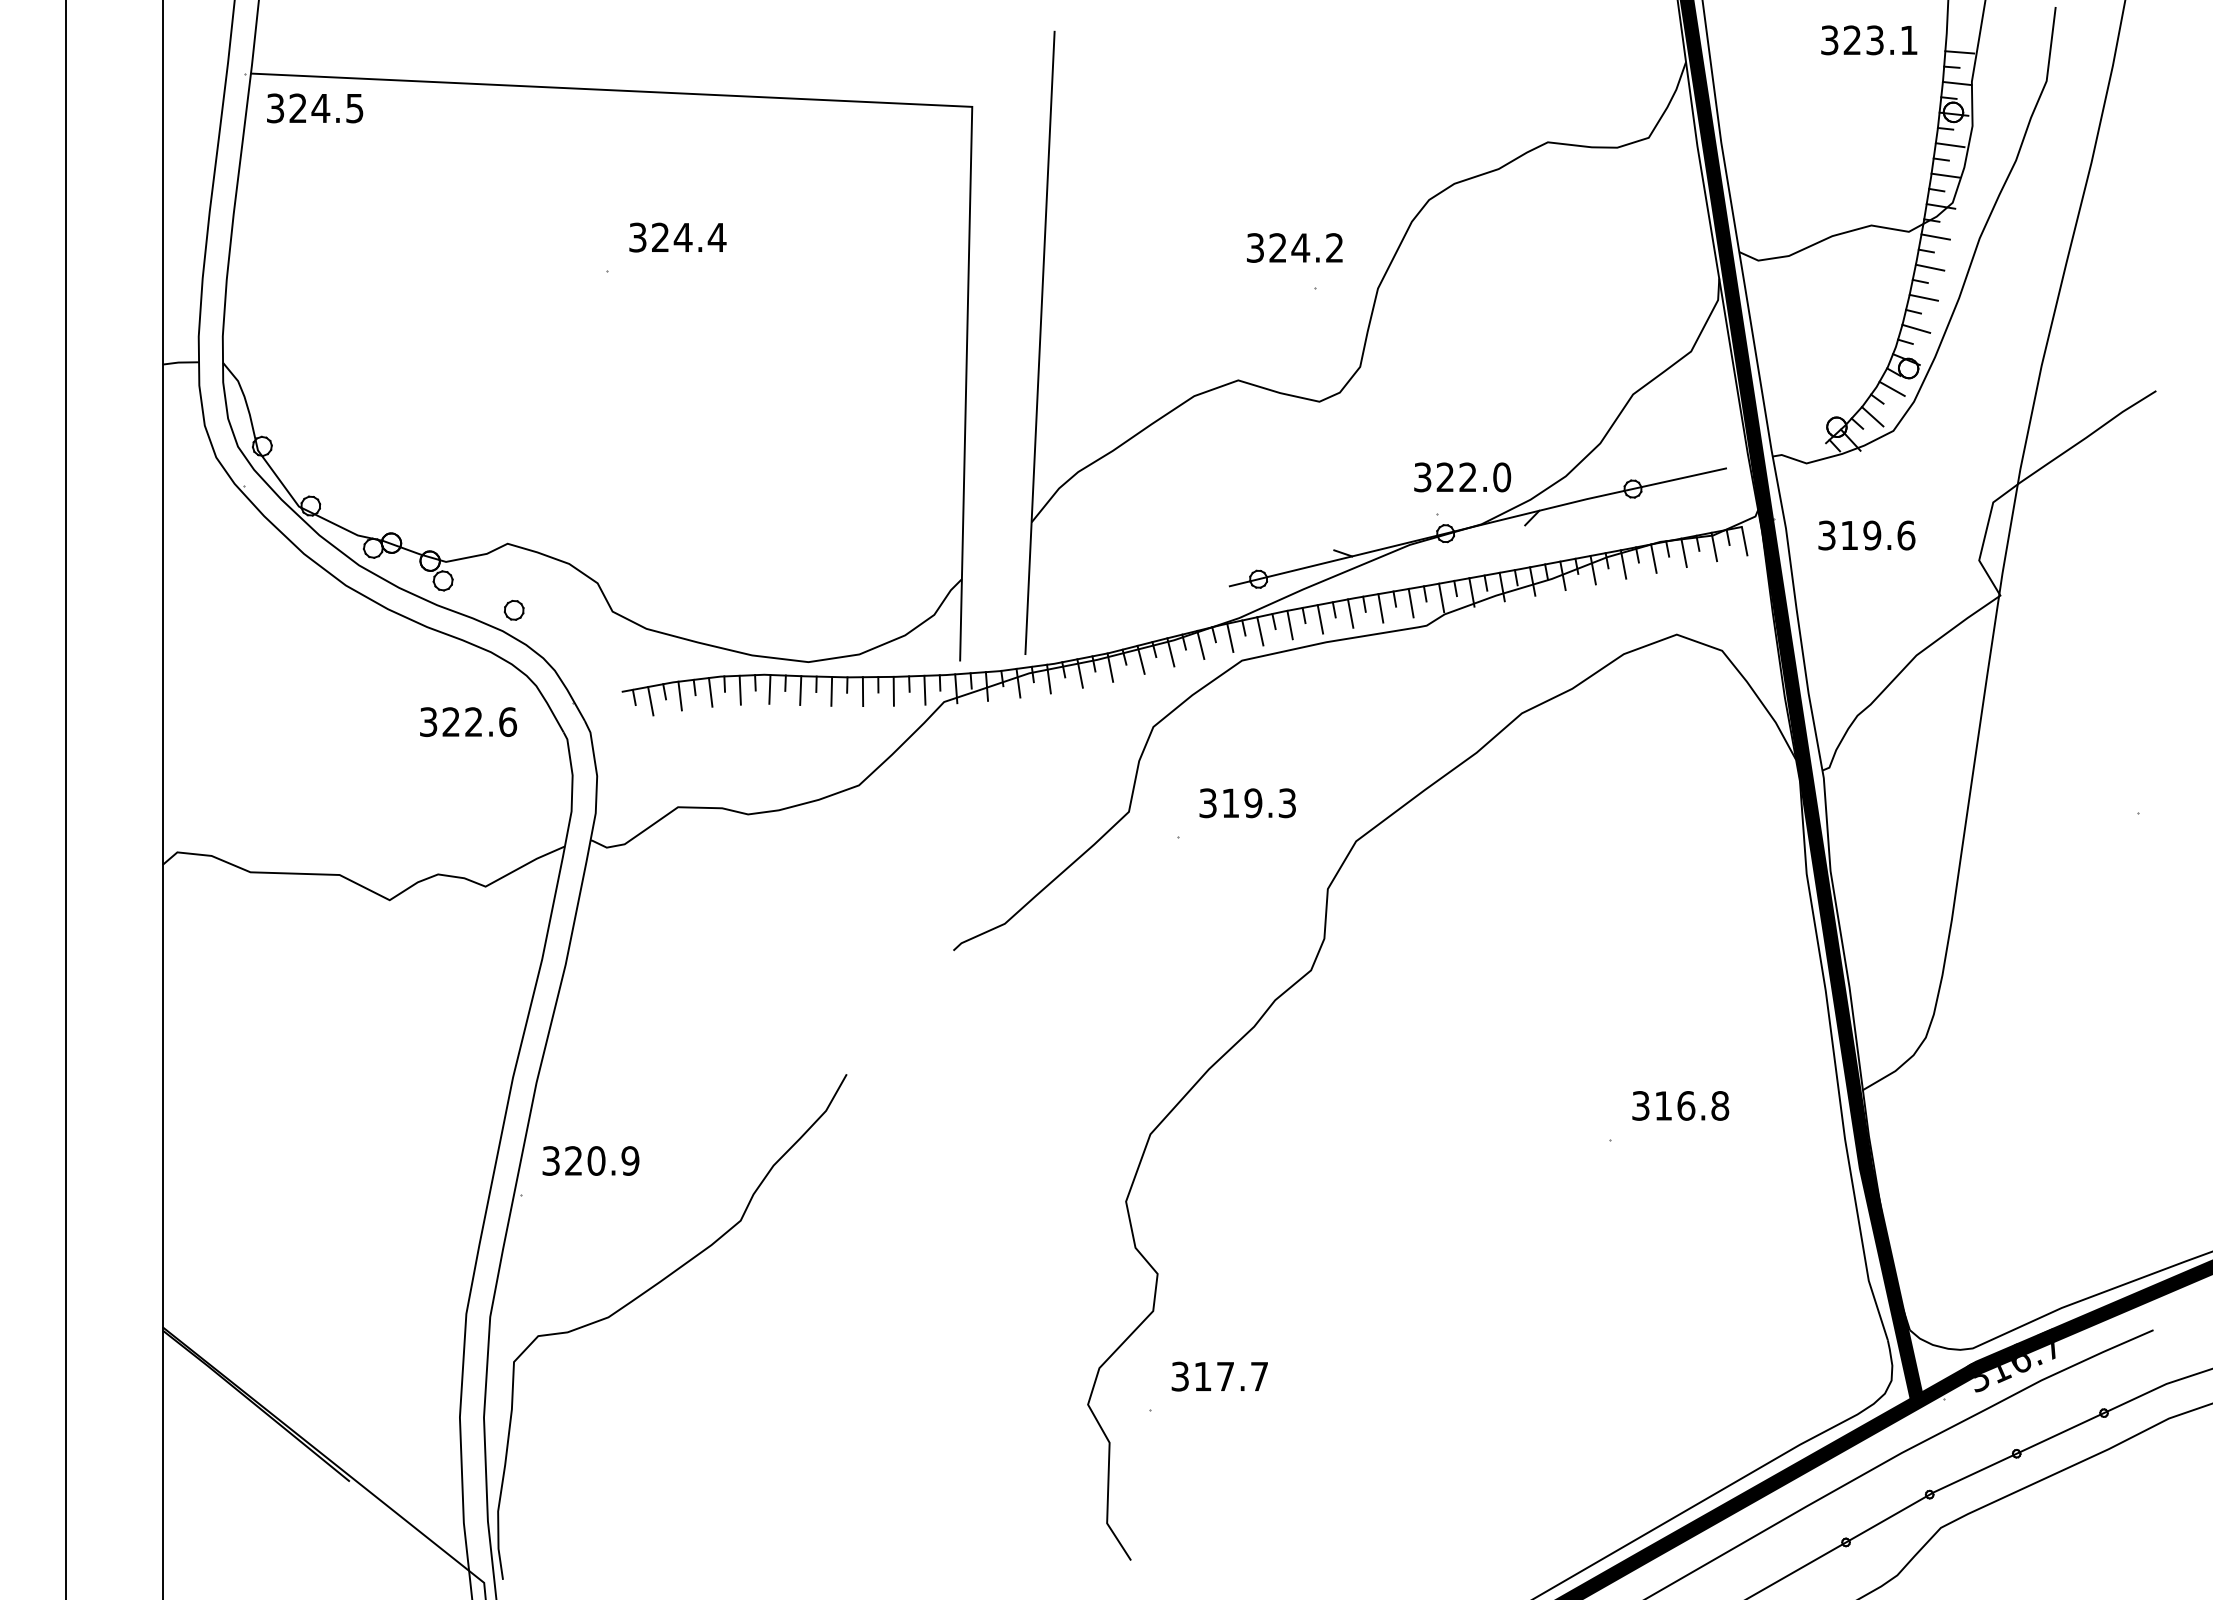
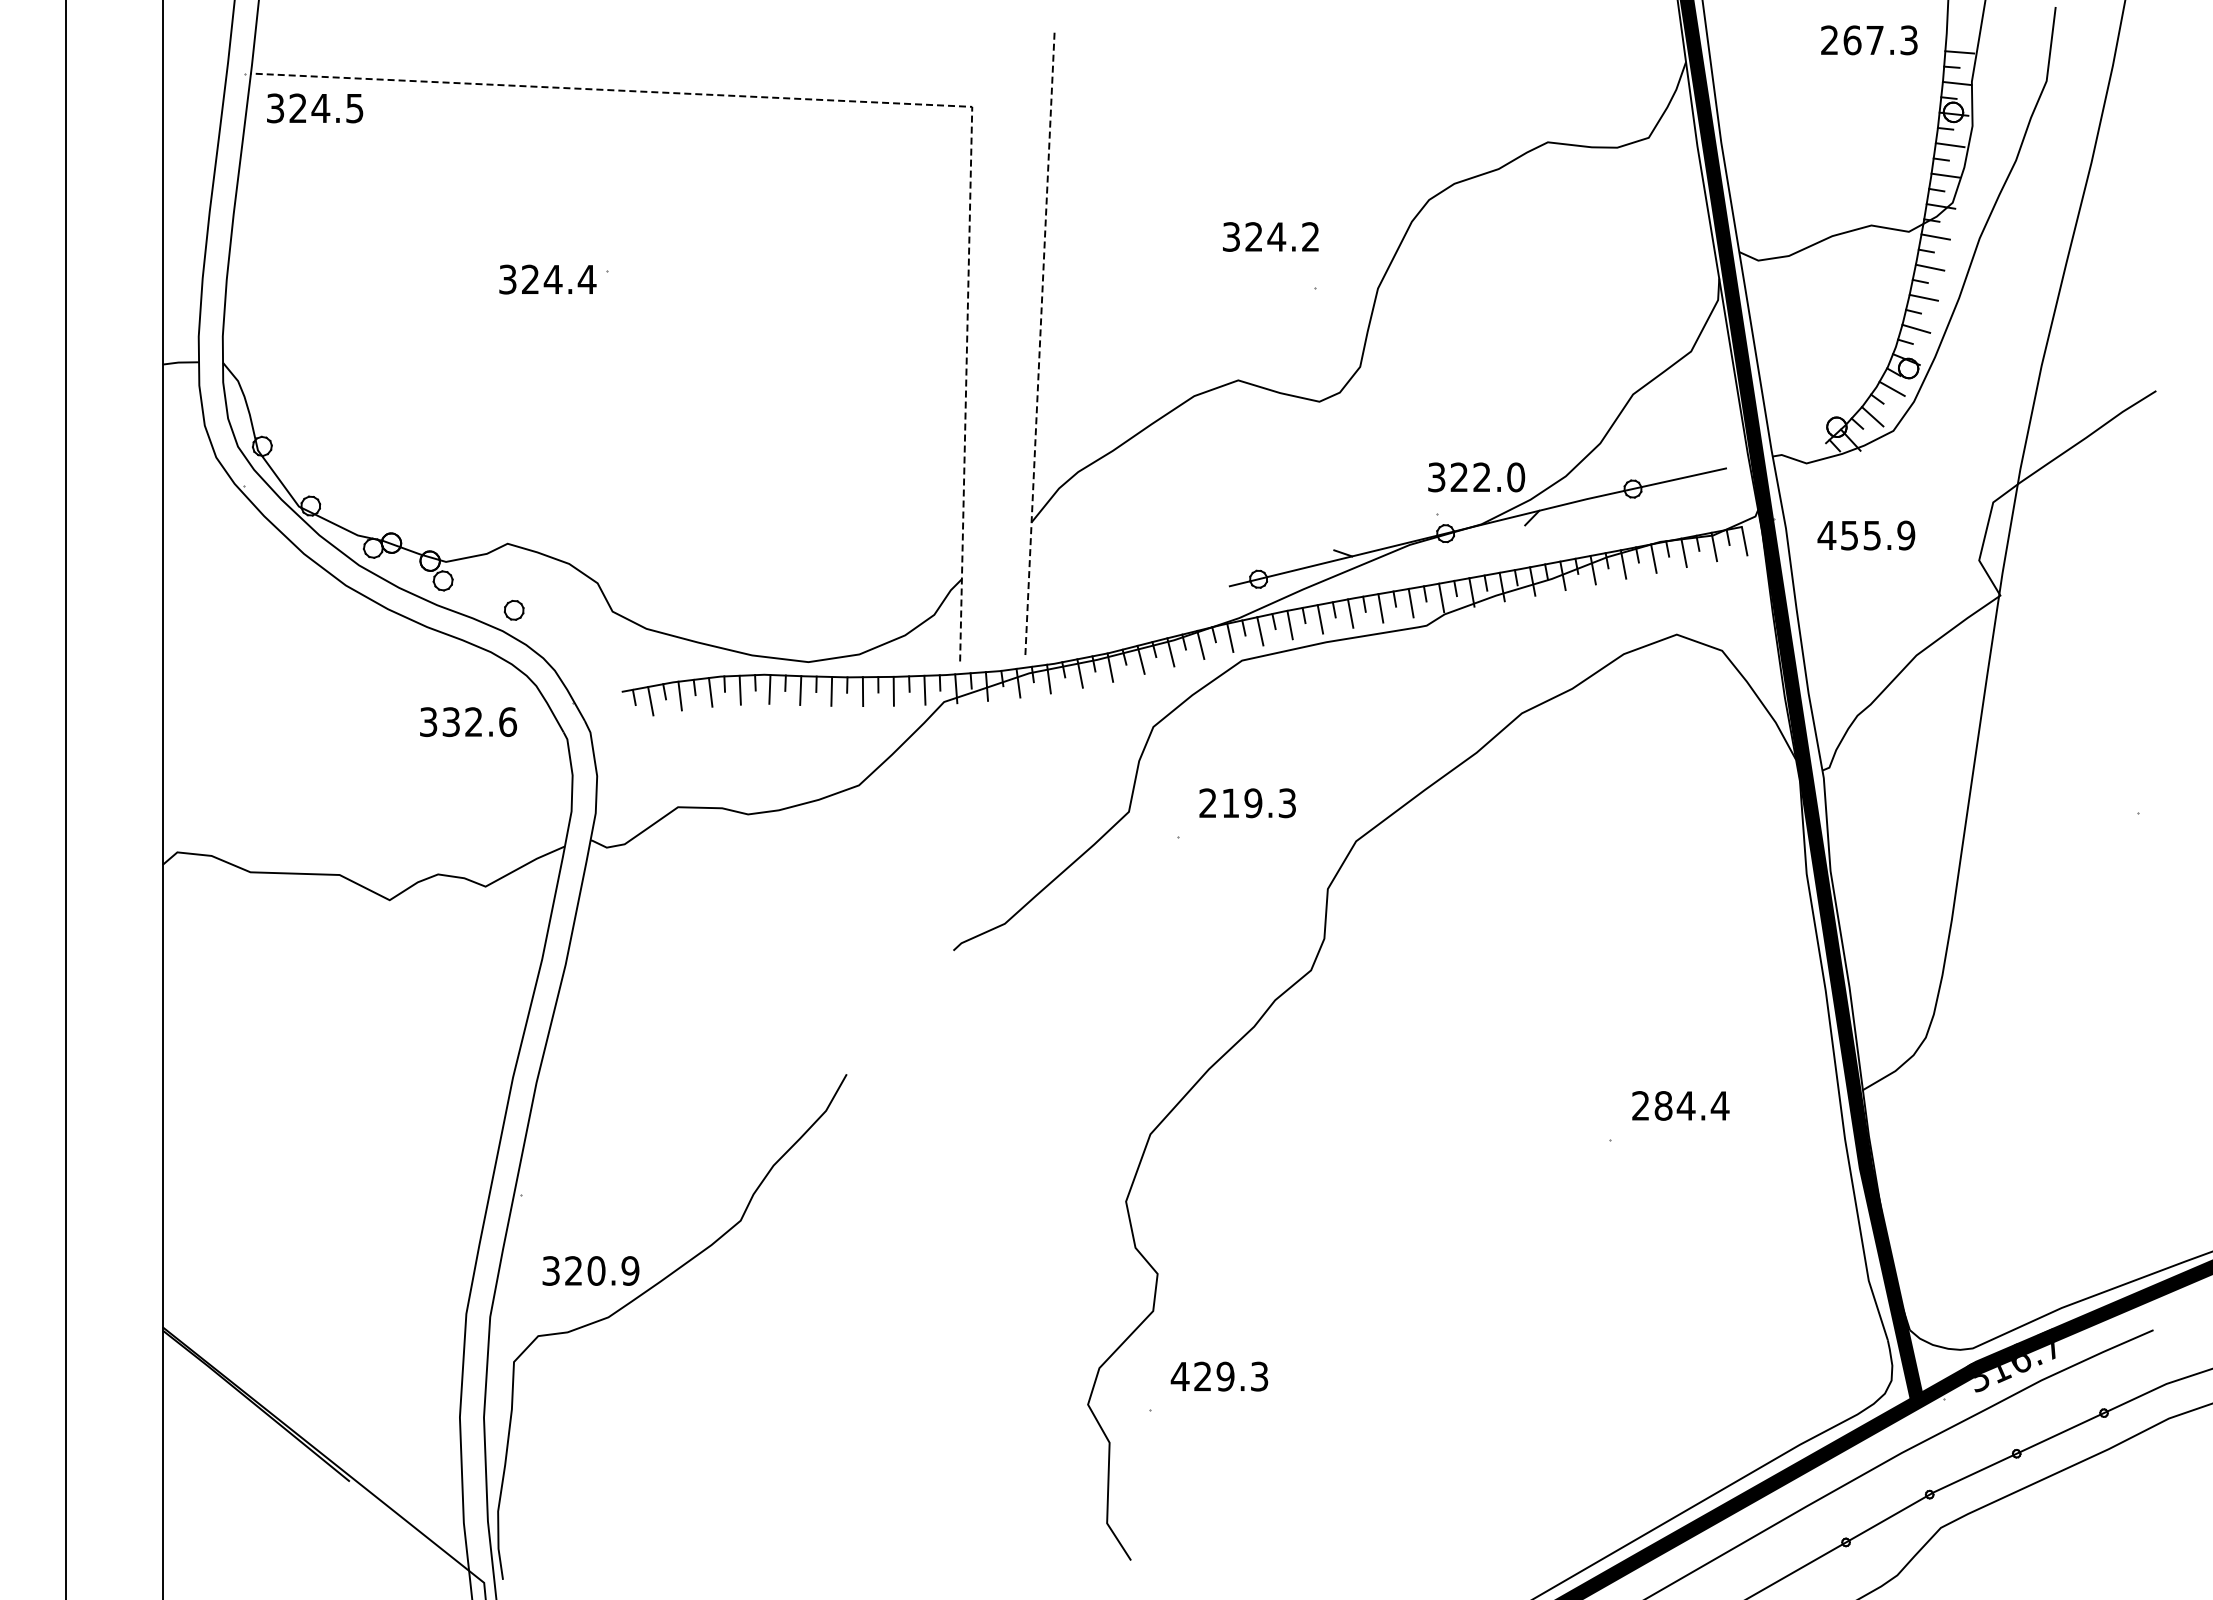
text at (1869, 40): 323.1 -> 267.3
line at (889, 103): solid -> dashed
text at (677, 237) position: (677, 237) -> (547, 279)
text at (1294, 247) position: (1294, 247) -> (1270, 236)
line at (1040, 342): solid -> dashed
text at (1462, 477) position: (1462, 477) -> (1476, 477)
text at (1866, 535): 319.6 -> 455.9
text at (450, 722): 322.6 -> 332.6
text at (1207, 803): 319.3 -> 219.3
text at (1680, 1105): 316.8 -> 284.4
text at (590, 1160) position: (590, 1160) -> (590, 1270)
text at (1219, 1376): 317.7 -> 429.3
